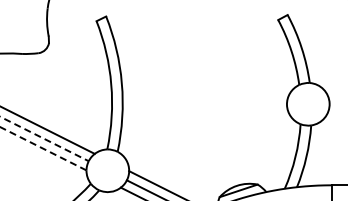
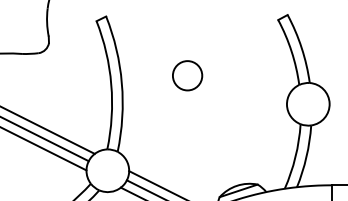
circle at (187, 75): none -> present
line at (45, 139): dashed -> solid
line at (43, 148): dashed -> solid
